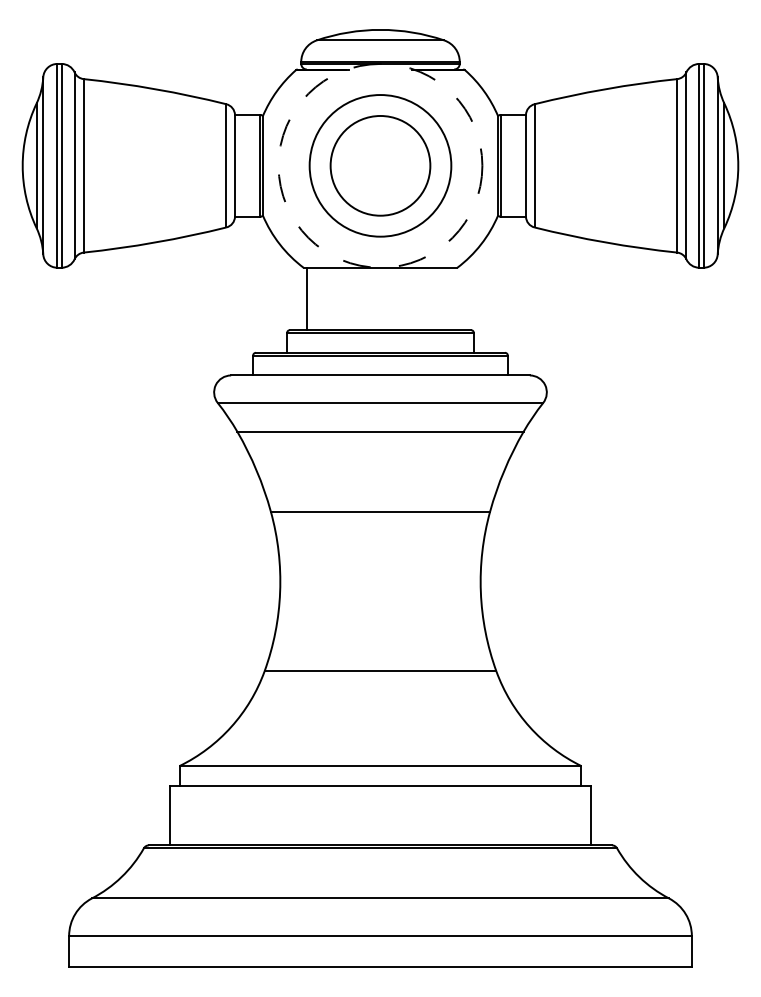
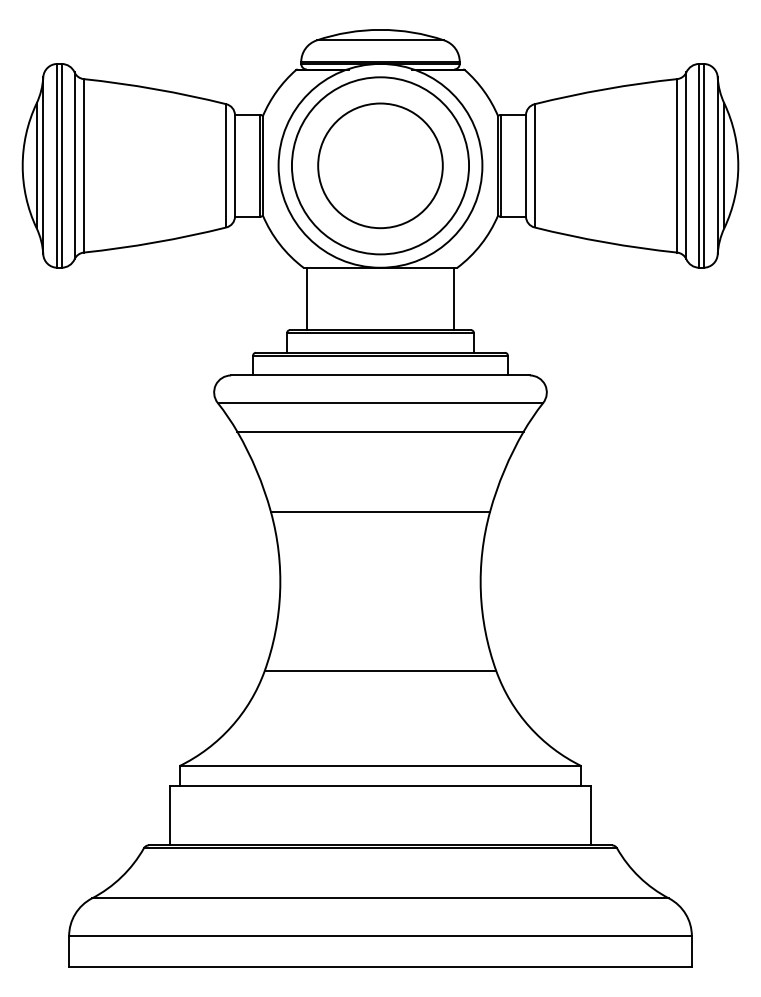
circle at (380, 165) diameter: 100 px -> 125 px
circle at (380, 165) diameter: 142 px -> 177 px
circle at (380, 165): dashed -> solid
line at (453, 298): none -> present
